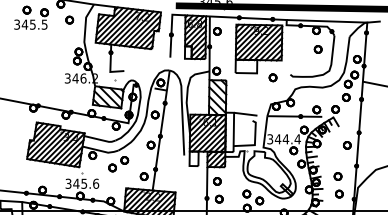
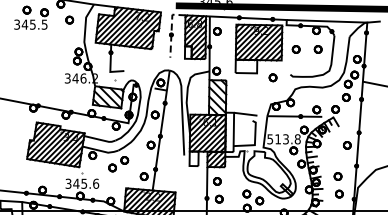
line at (171, 28): solid -> dashed
part at (295, 49): none -> present
text at (283, 139): 344.4 -> 513.8
